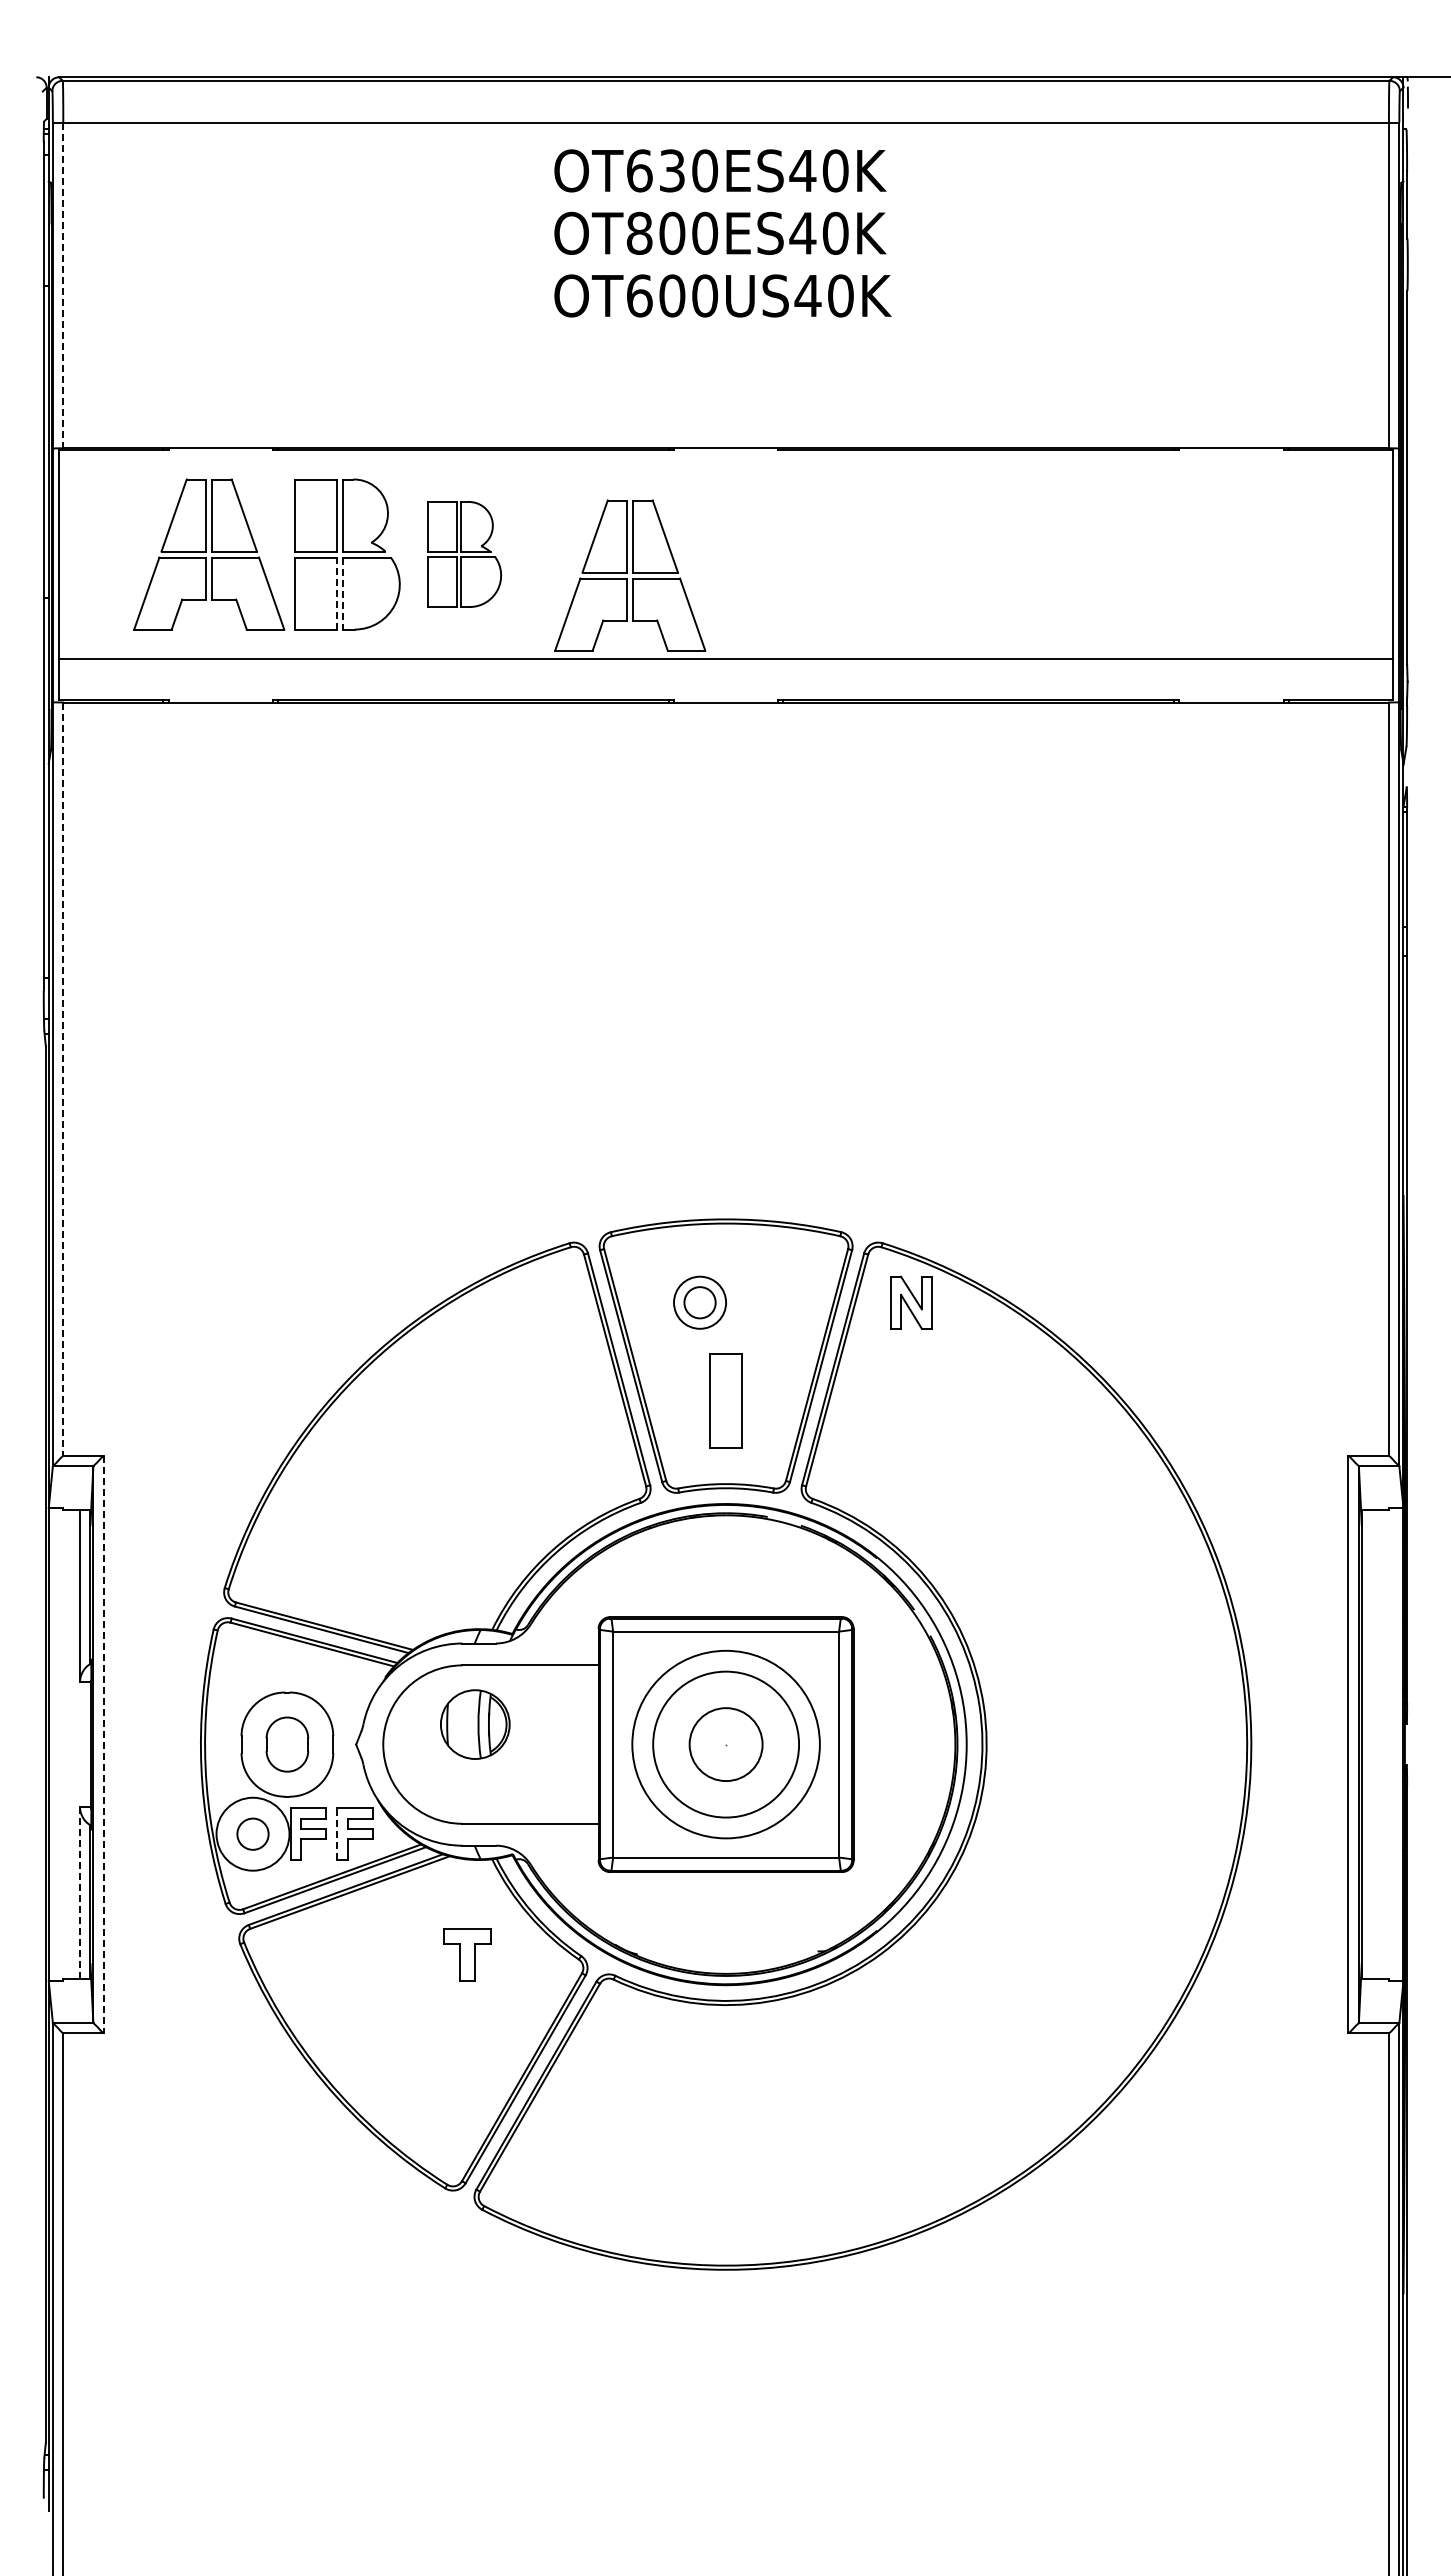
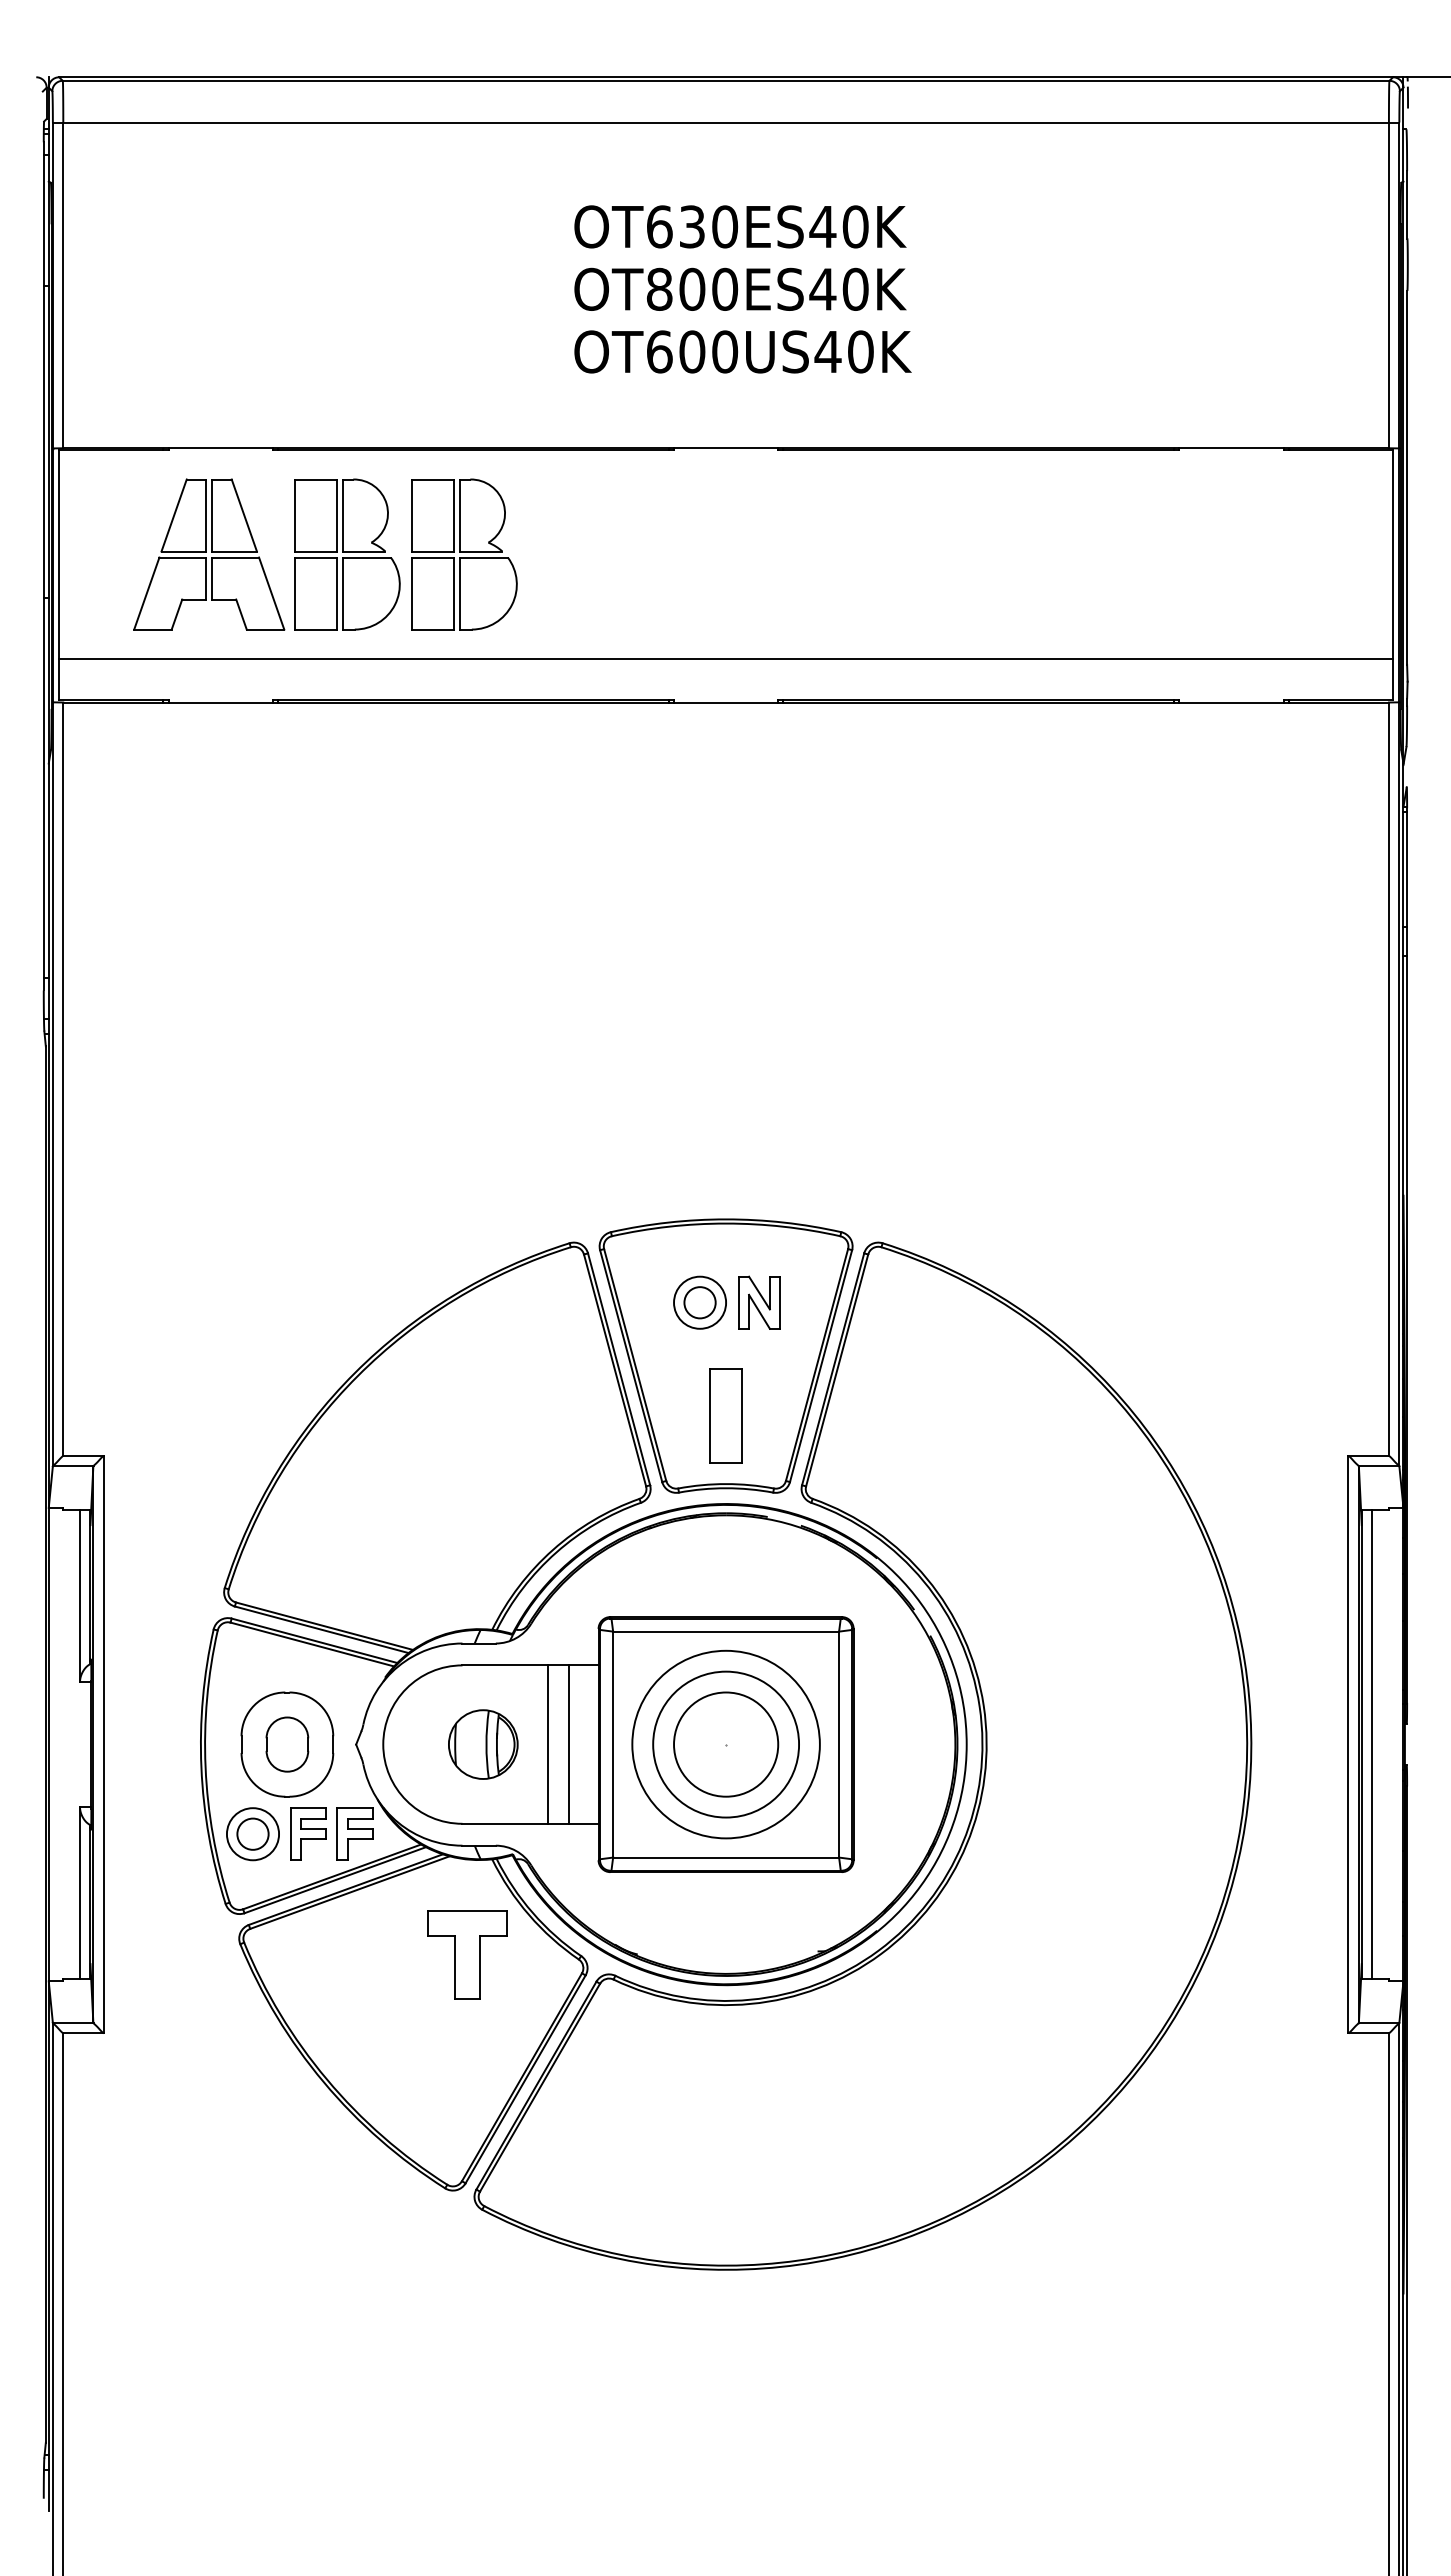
text at (722, 233) position: (722, 233) -> (742, 289)
line at (63, 285): dashed -> solid
part at (464, 554) size: 75x107 px -> 107x153 px
part at (630, 575): present -> none
line at (336, 593): dashed -> solid
line at (342, 594): dashed -> solid
line at (63, 1079): dashed -> solid
part at (911, 1302) position: (911, 1302) -> (759, 1302)
part at (725, 1400) position: (725, 1400) -> (725, 1415)
part at (475, 1724) position: (475, 1724) -> (483, 1744)
line at (103, 1744): dashed -> solid
line at (547, 1744): none -> present
line at (568, 1744): none -> present
circle at (725, 1744) diameter: 73 px -> 104 px
line at (1372, 1744): none -> present
circle at (252, 1833) diameter: 73 px -> 52 px
line at (337, 1833): dashed -> solid
line at (80, 1892): dashed -> solid
part at (467, 1954) size: 49x54 px -> 81x90 px
